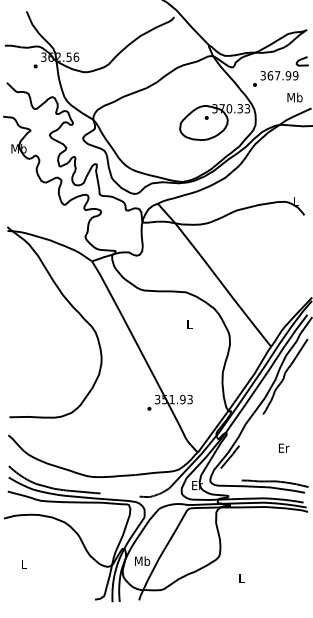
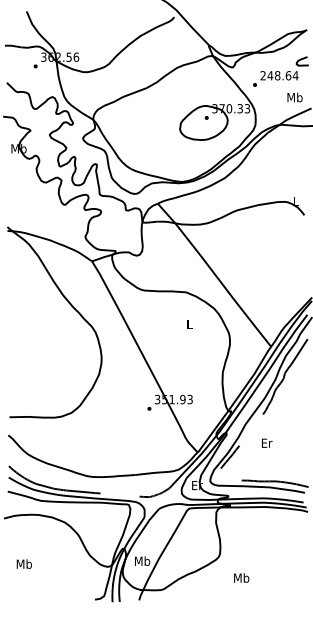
text at (279, 75): 367.99 -> 248.64
text at (284, 447) position: (284, 447) -> (267, 442)
text at (23, 563): L -> Mb
text at (241, 577): L -> Mb
